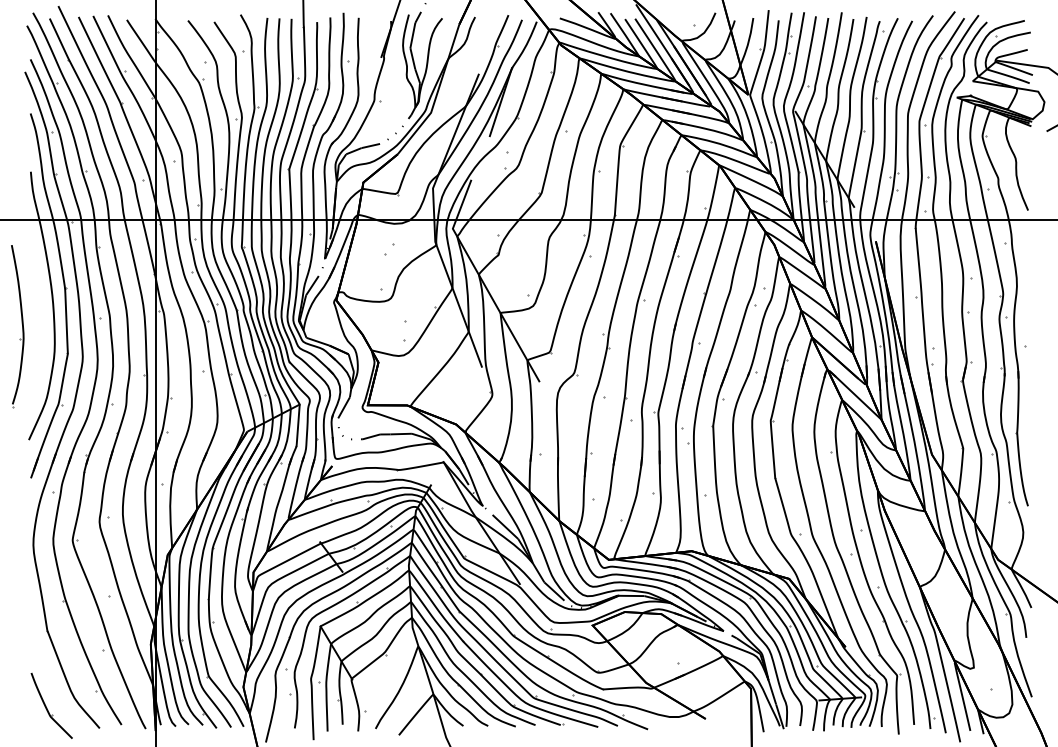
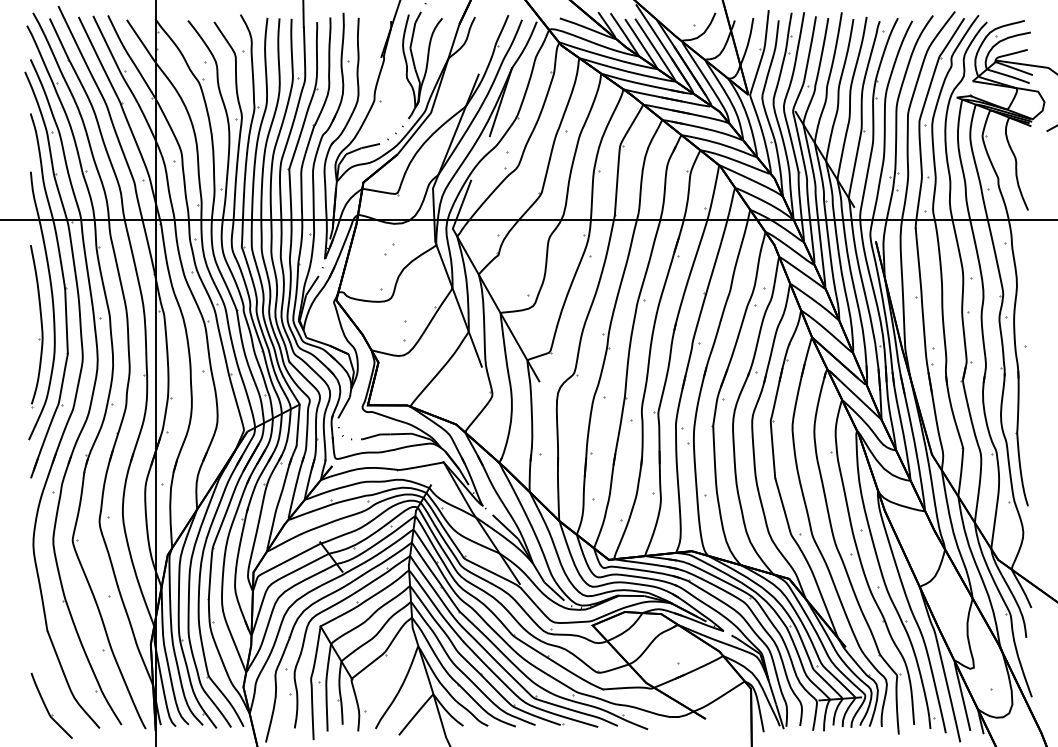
part at (17, 326) position: (17, 326) -> (36, 326)
